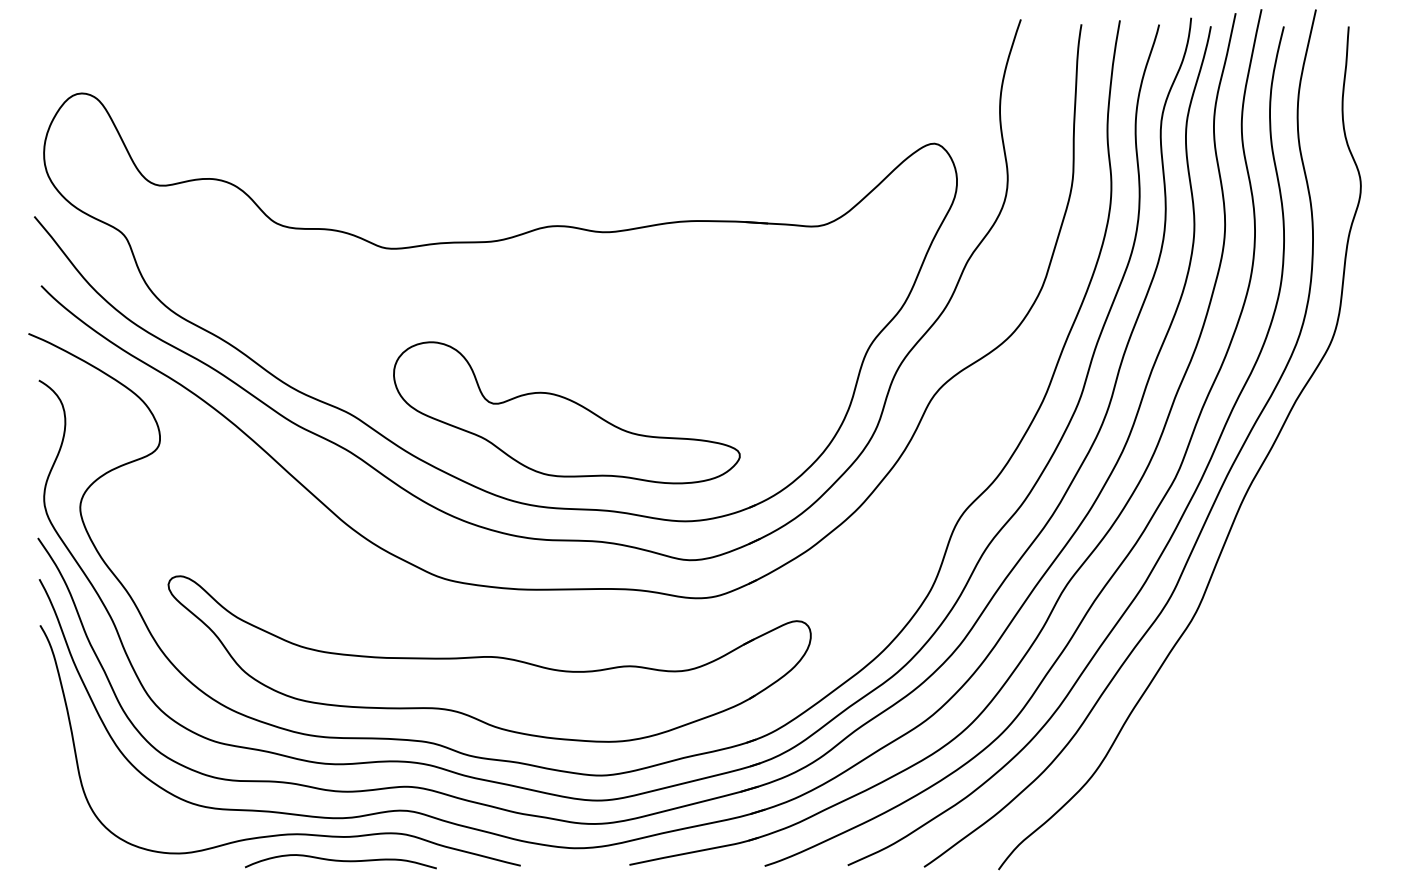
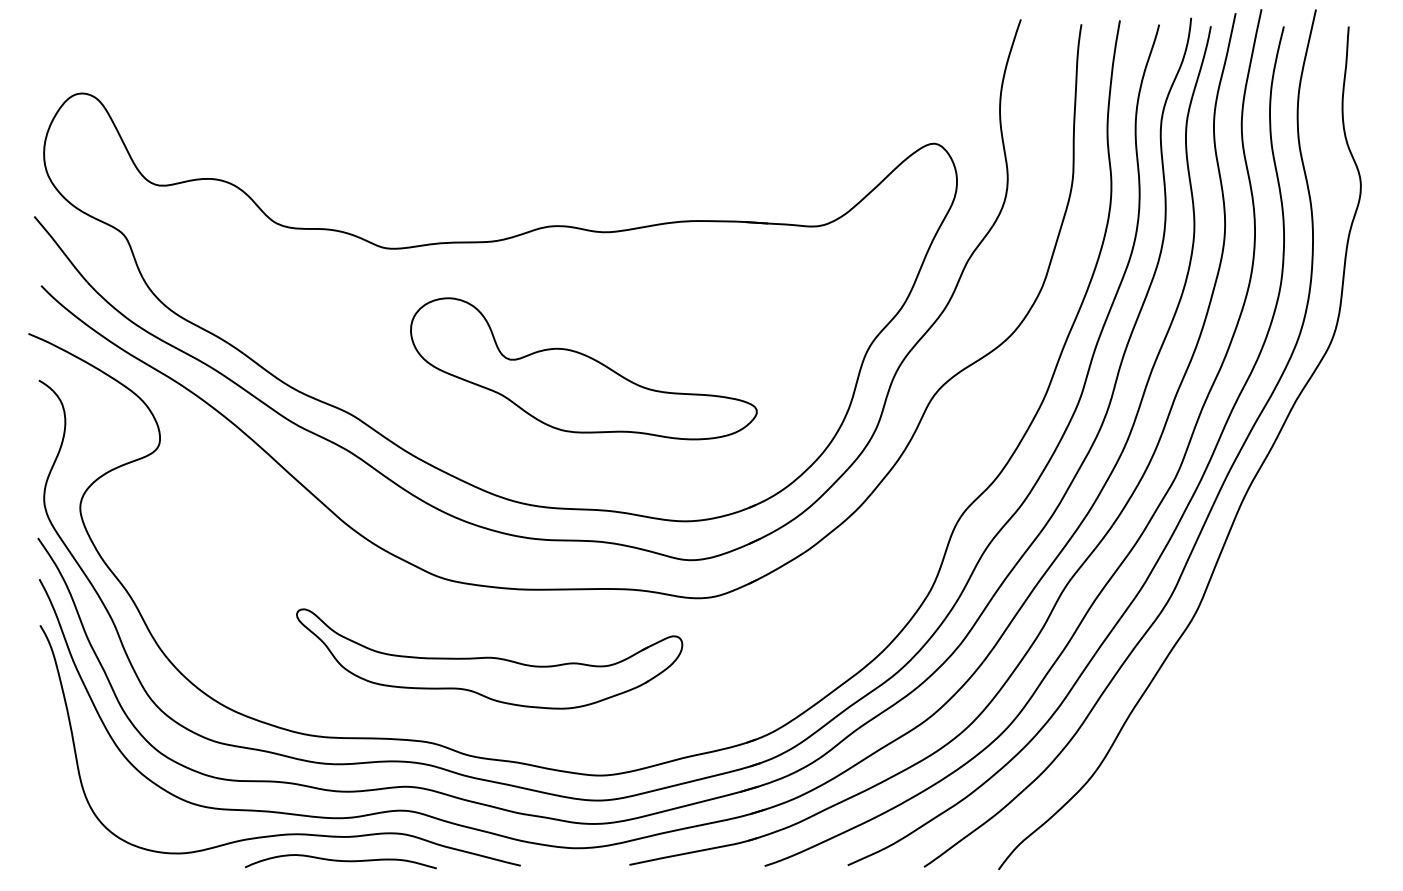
part at (566, 412) position: (566, 412) -> (583, 368)
part at (489, 658) size: 645x168 px -> 388x102 px
